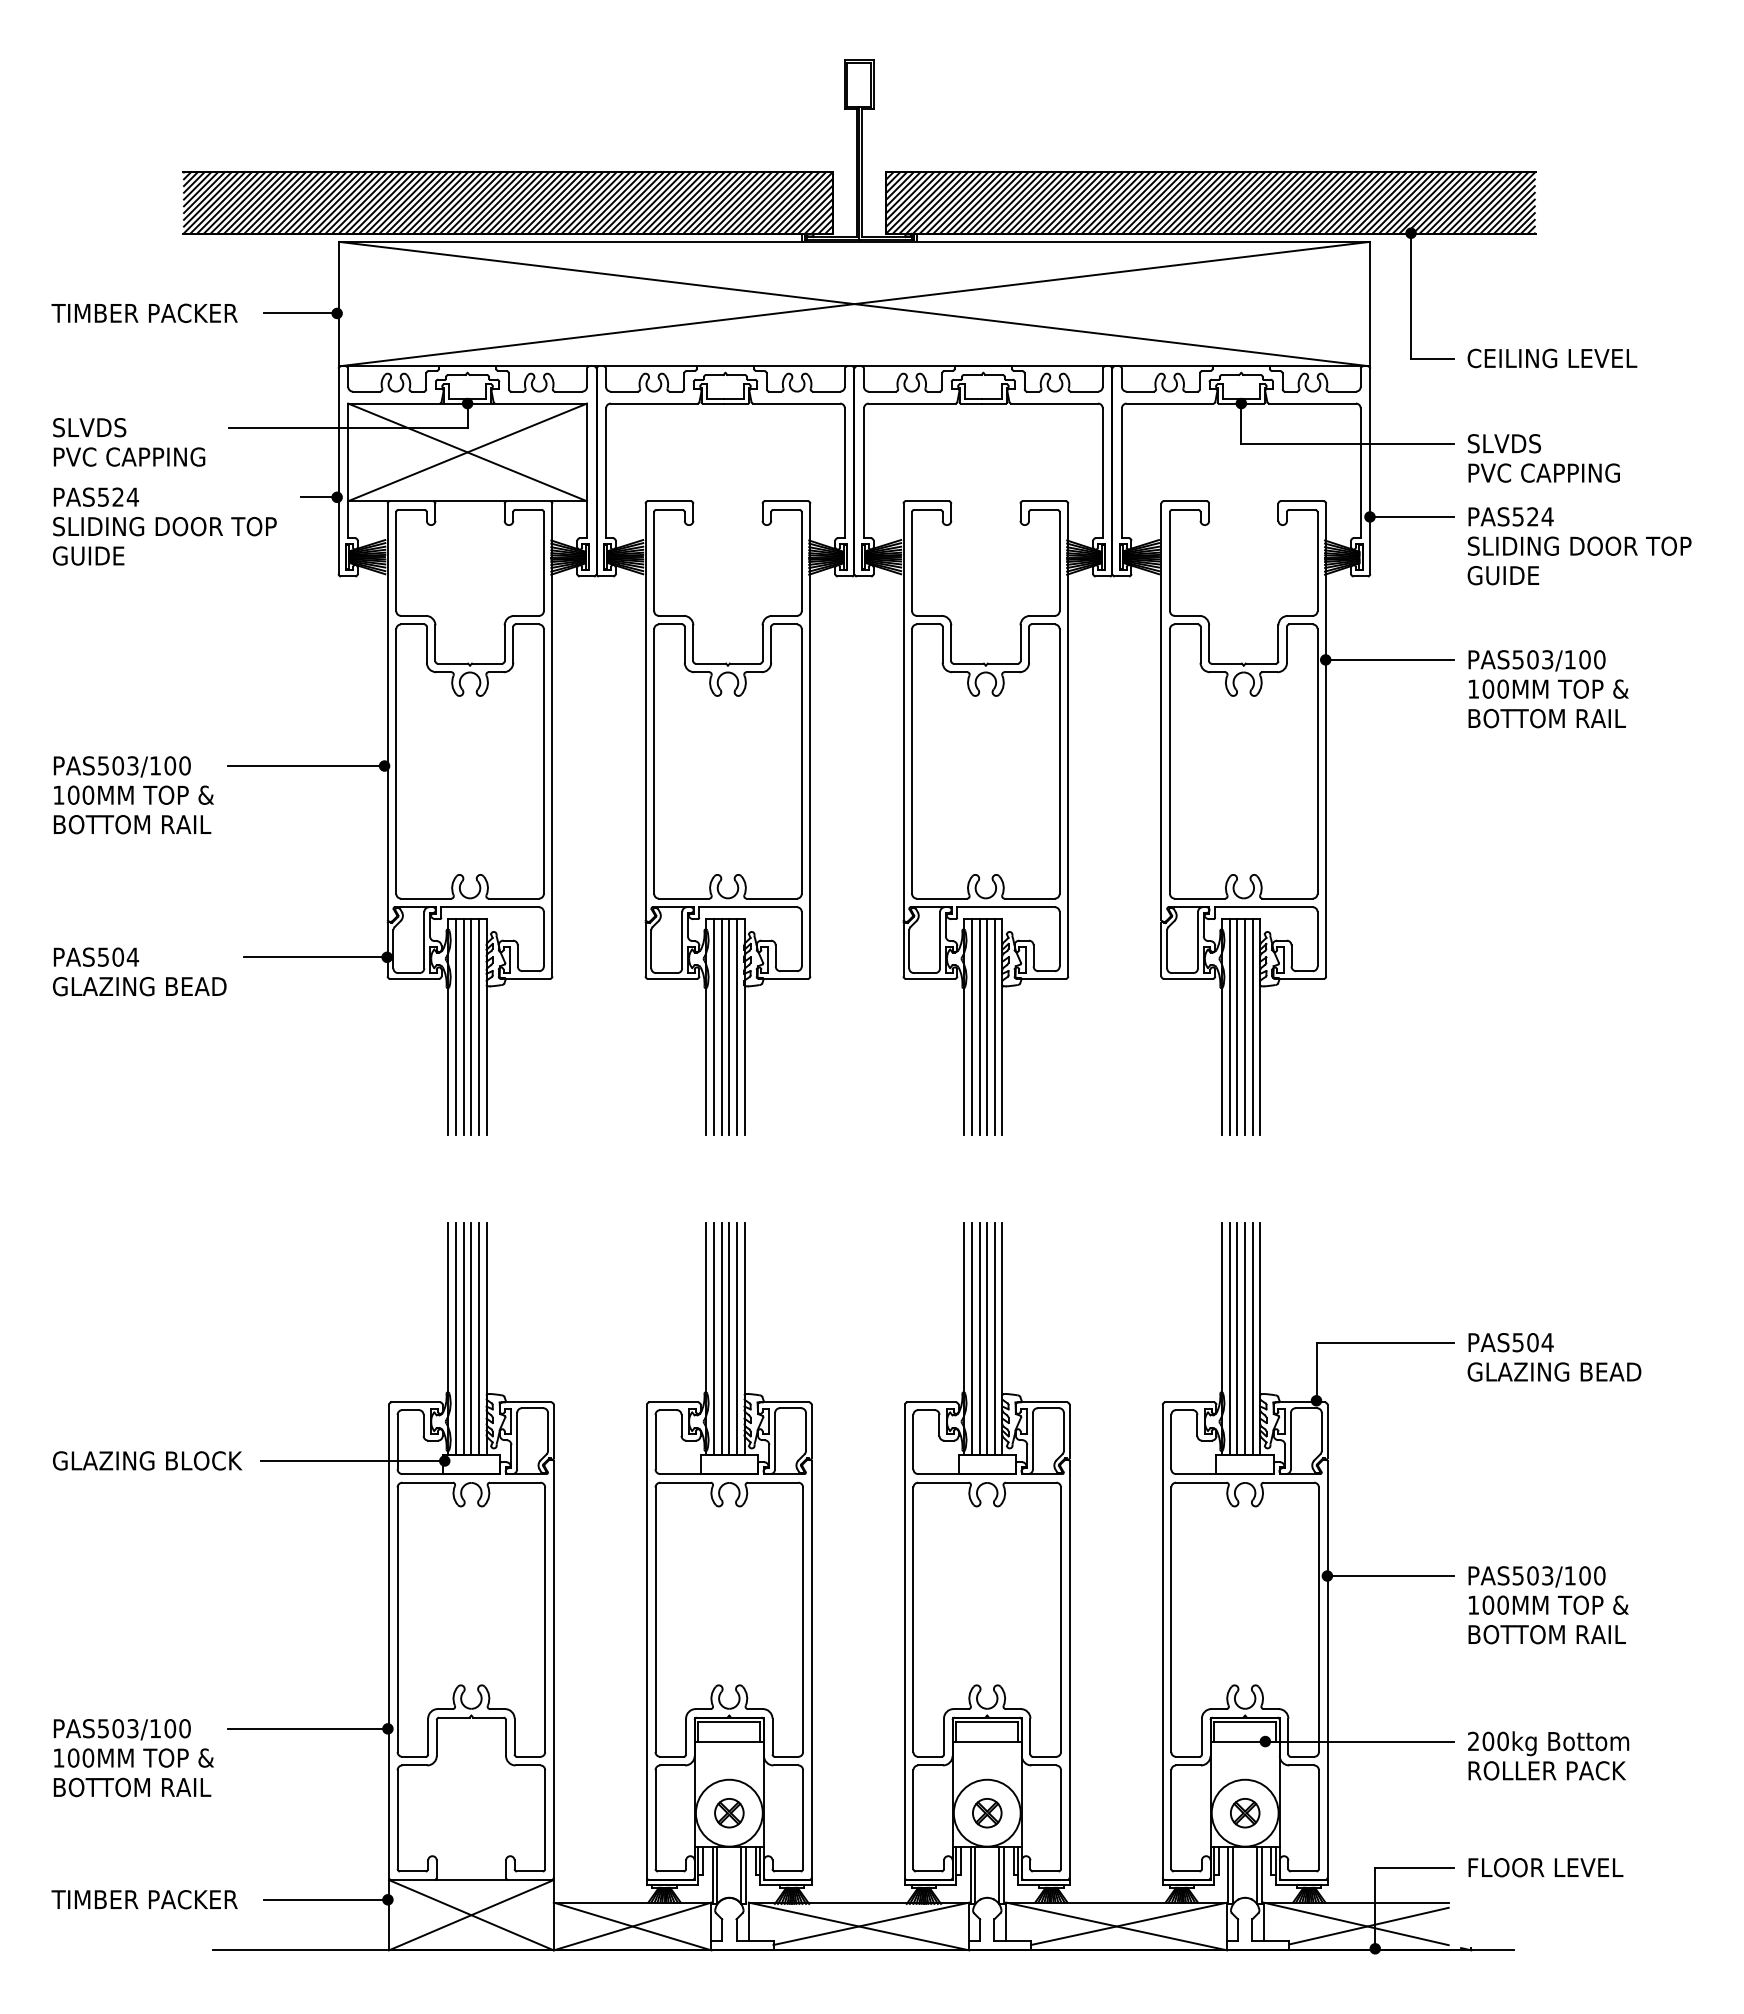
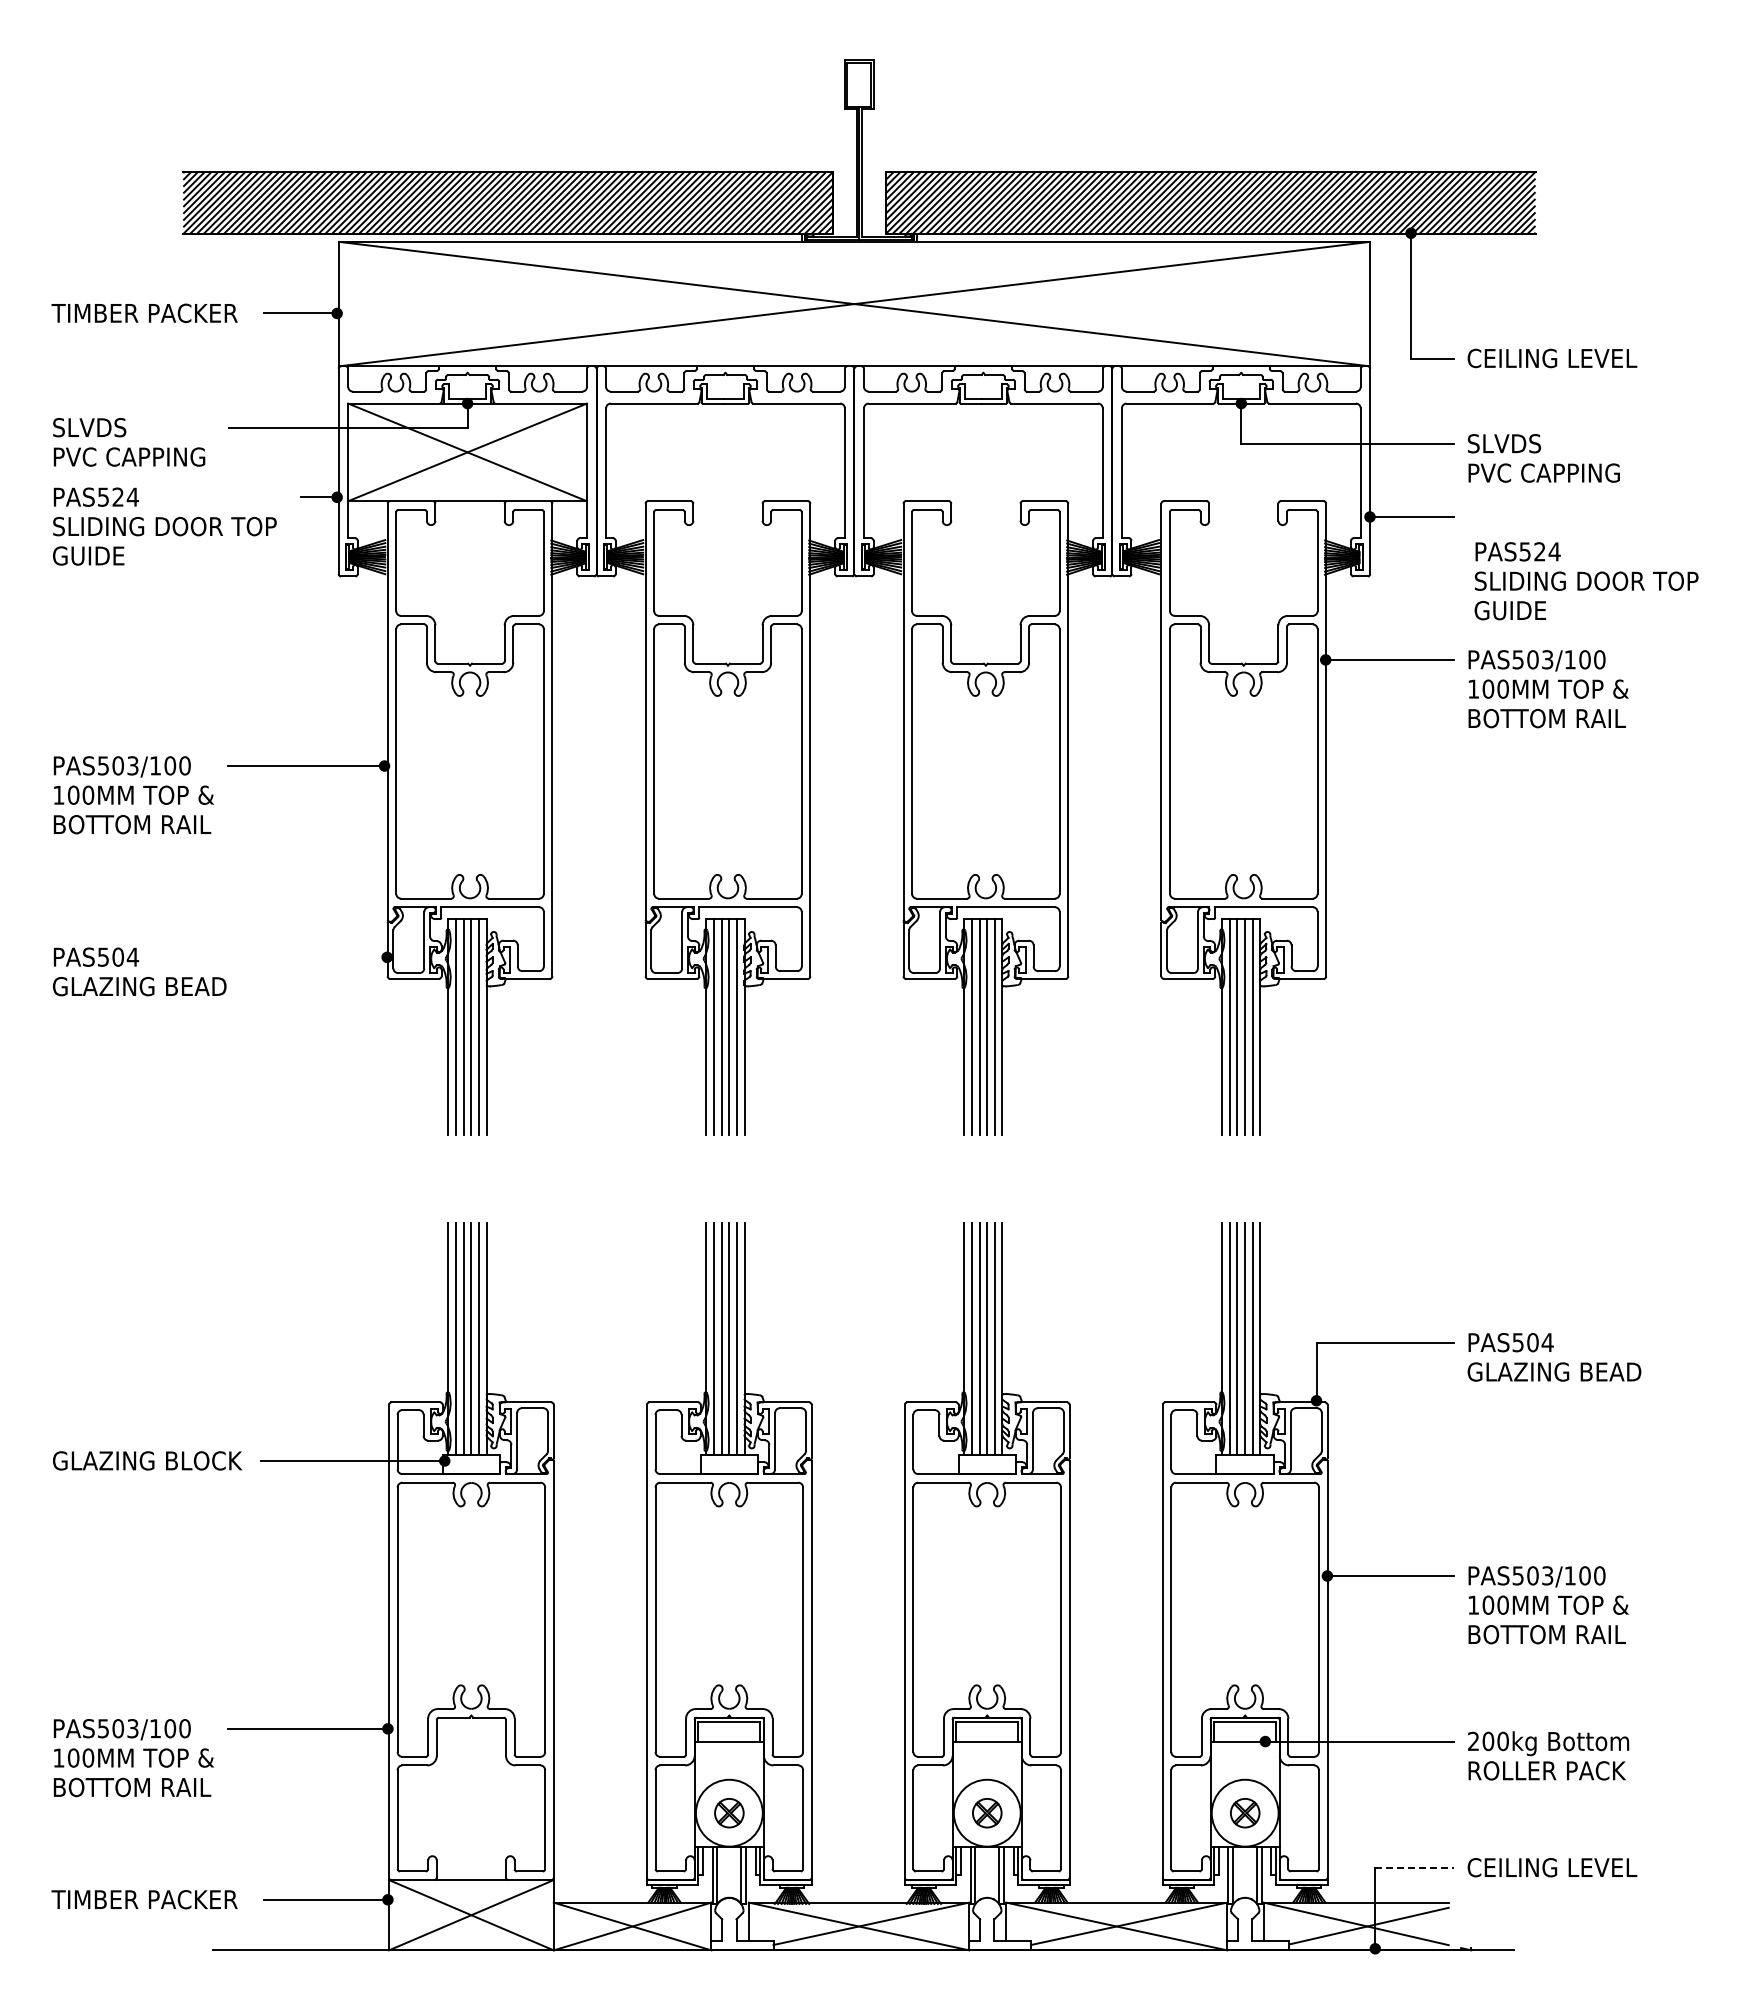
text at (1579, 546) position: (1579, 546) -> (1586, 581)
line at (315, 957): present -> none
line at (1414, 1867): solid -> dashed
text at (1552, 1867): FLOOR LEVEL -> CEILING LEVEL
